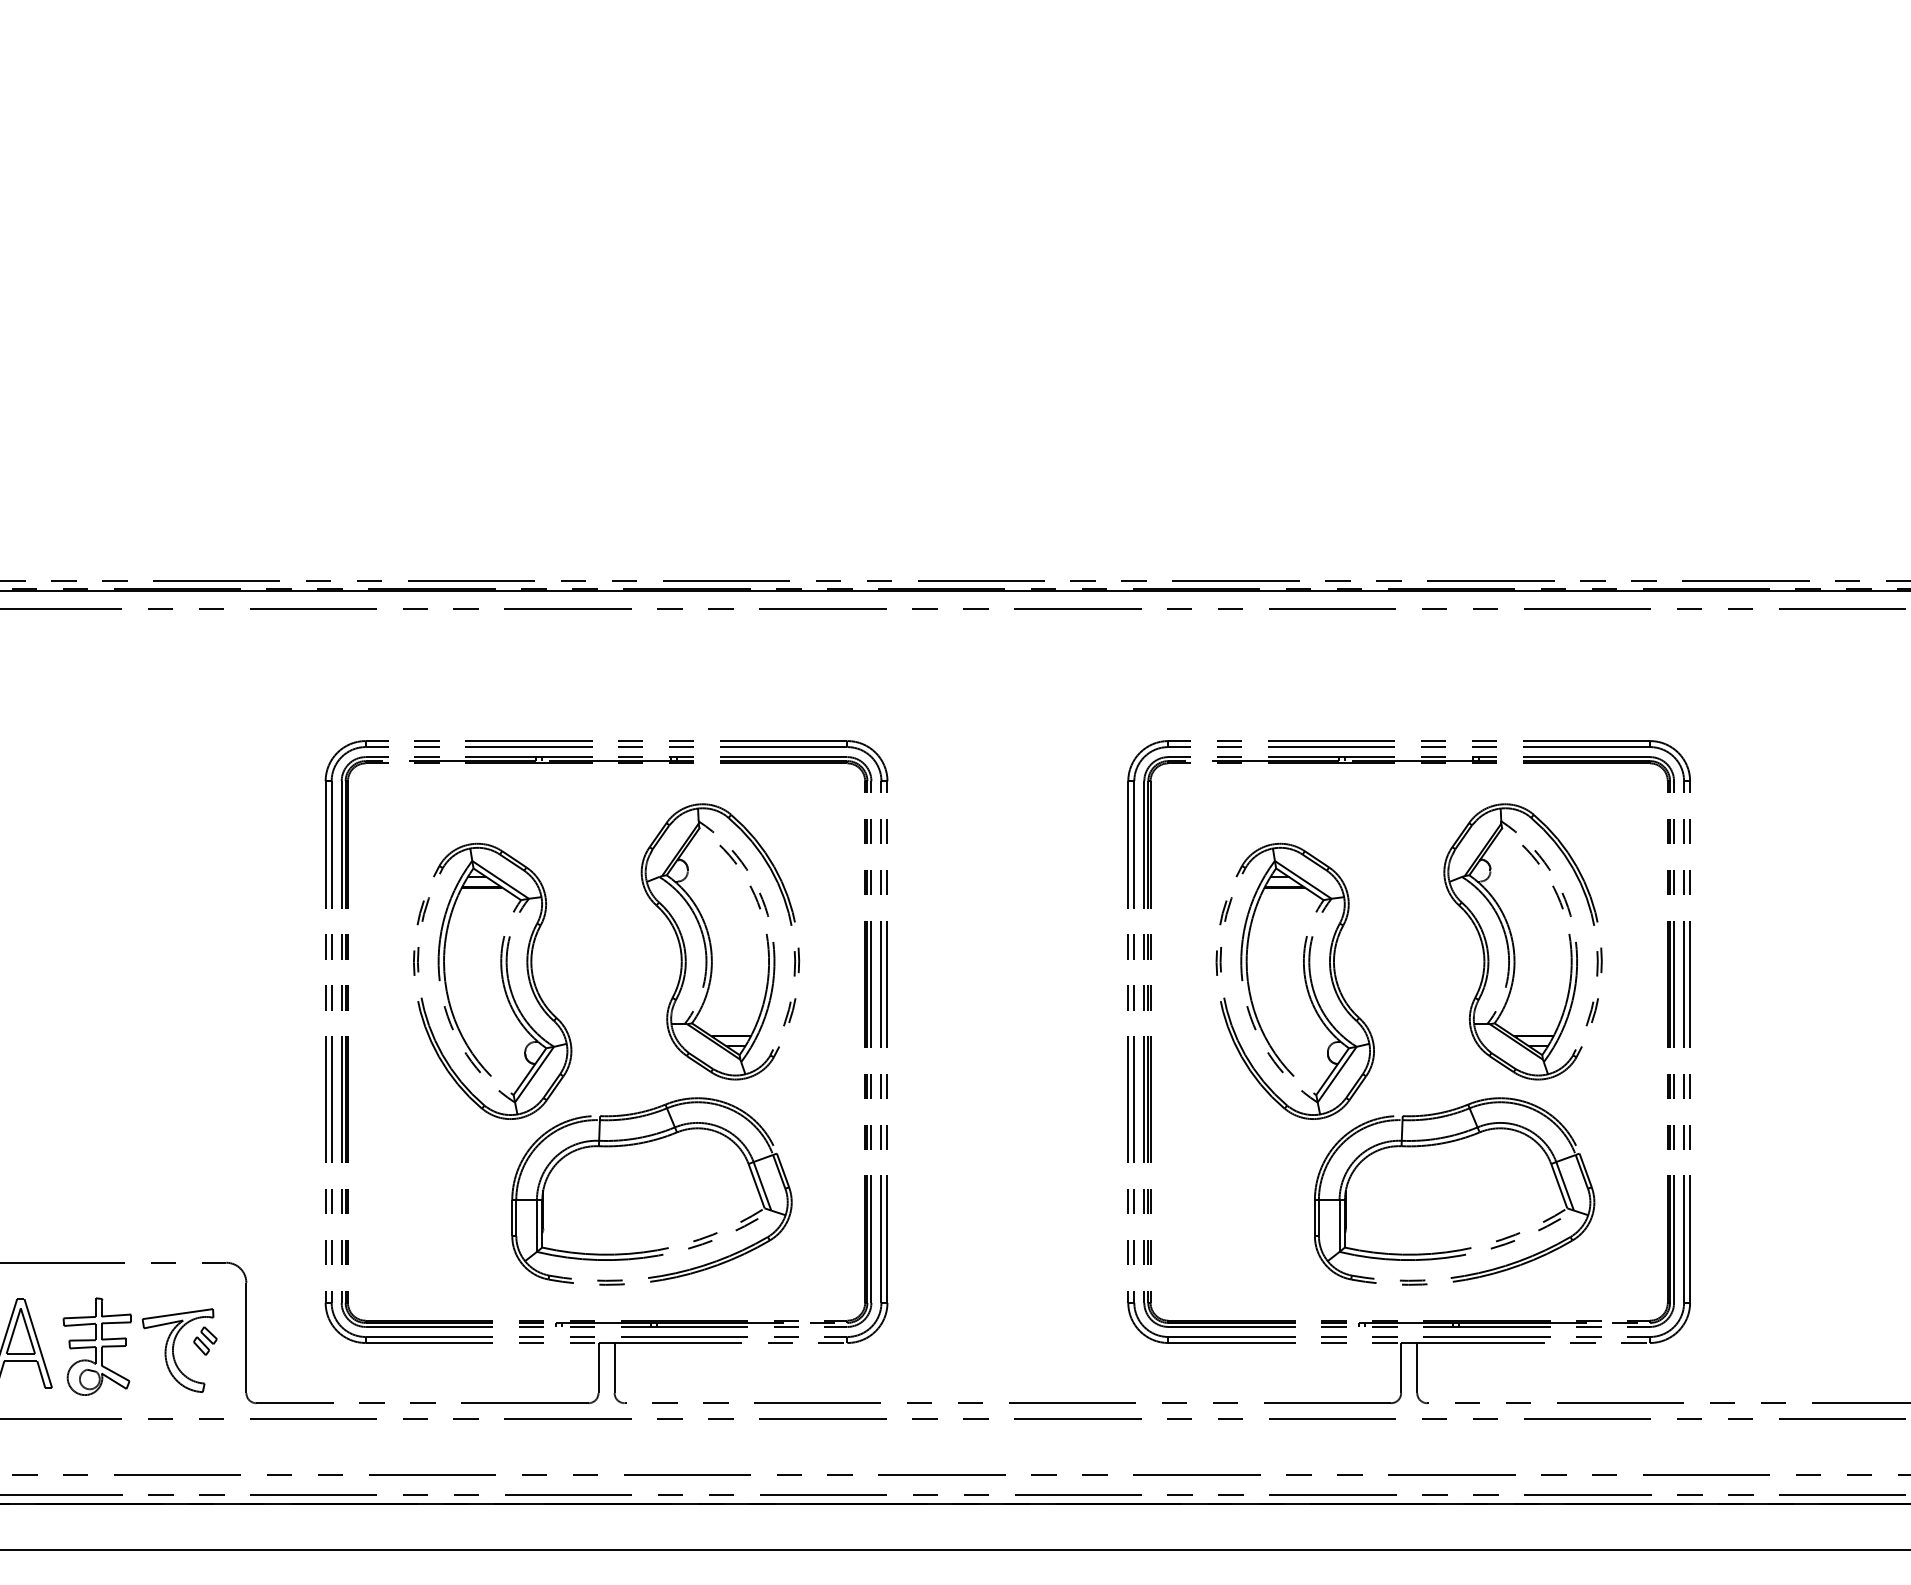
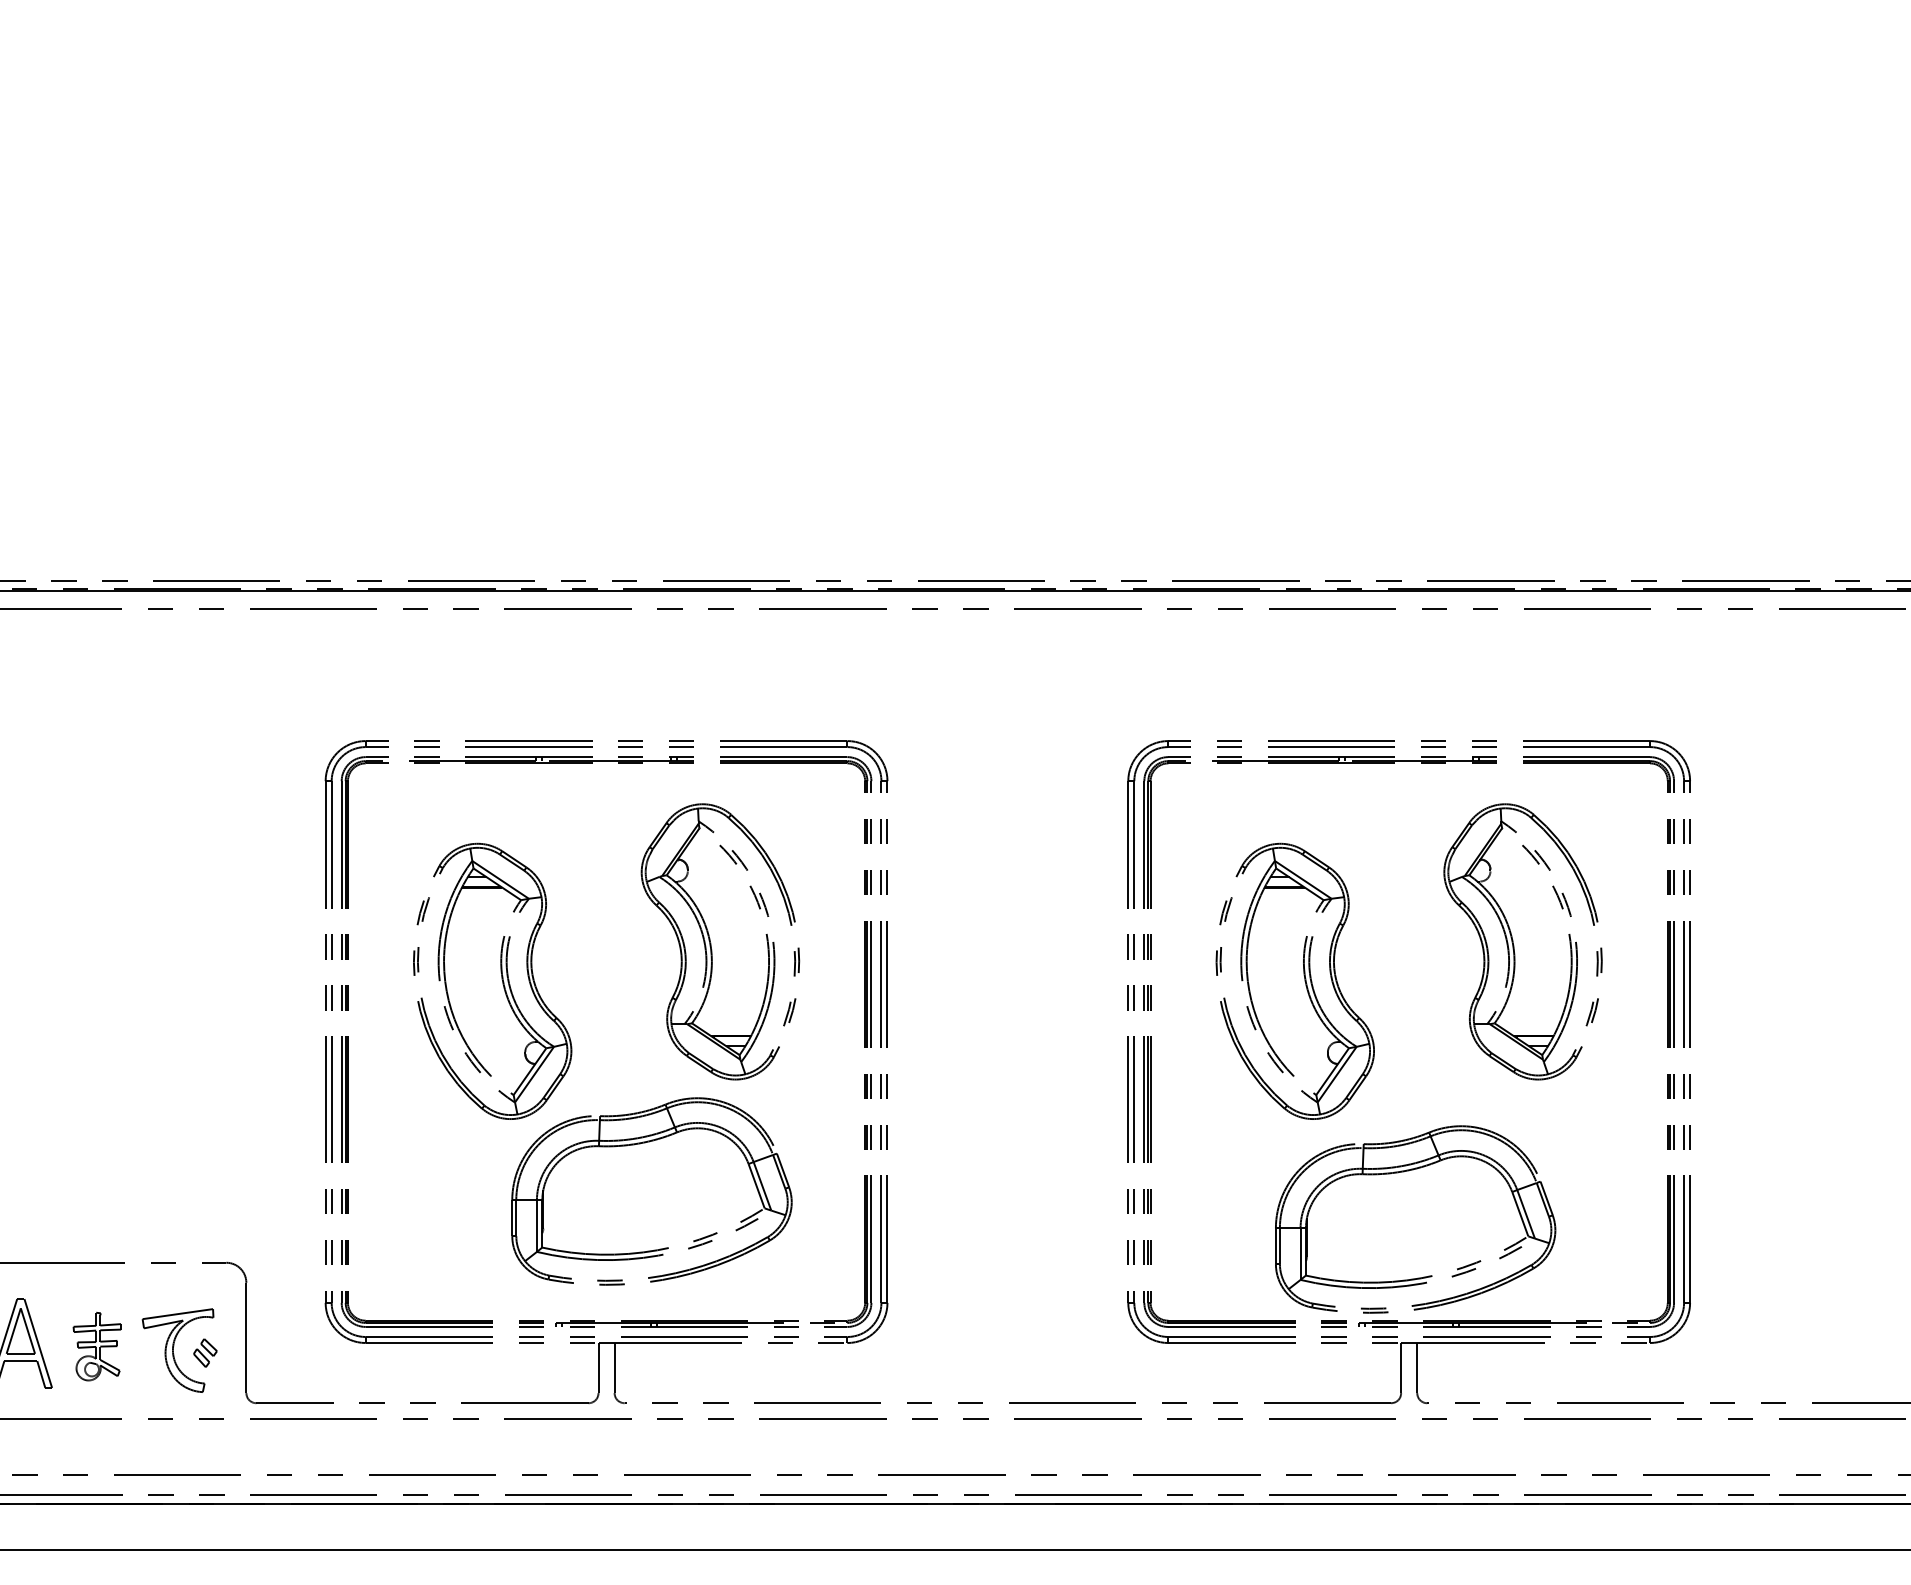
part at (1443, 1144) position: (1443, 1144) -> (1404, 1172)
part at (205, 1340) position: (205, 1340) -> (205, 1352)
part at (96, 1346) size: 70x99 px -> 50x70 px
